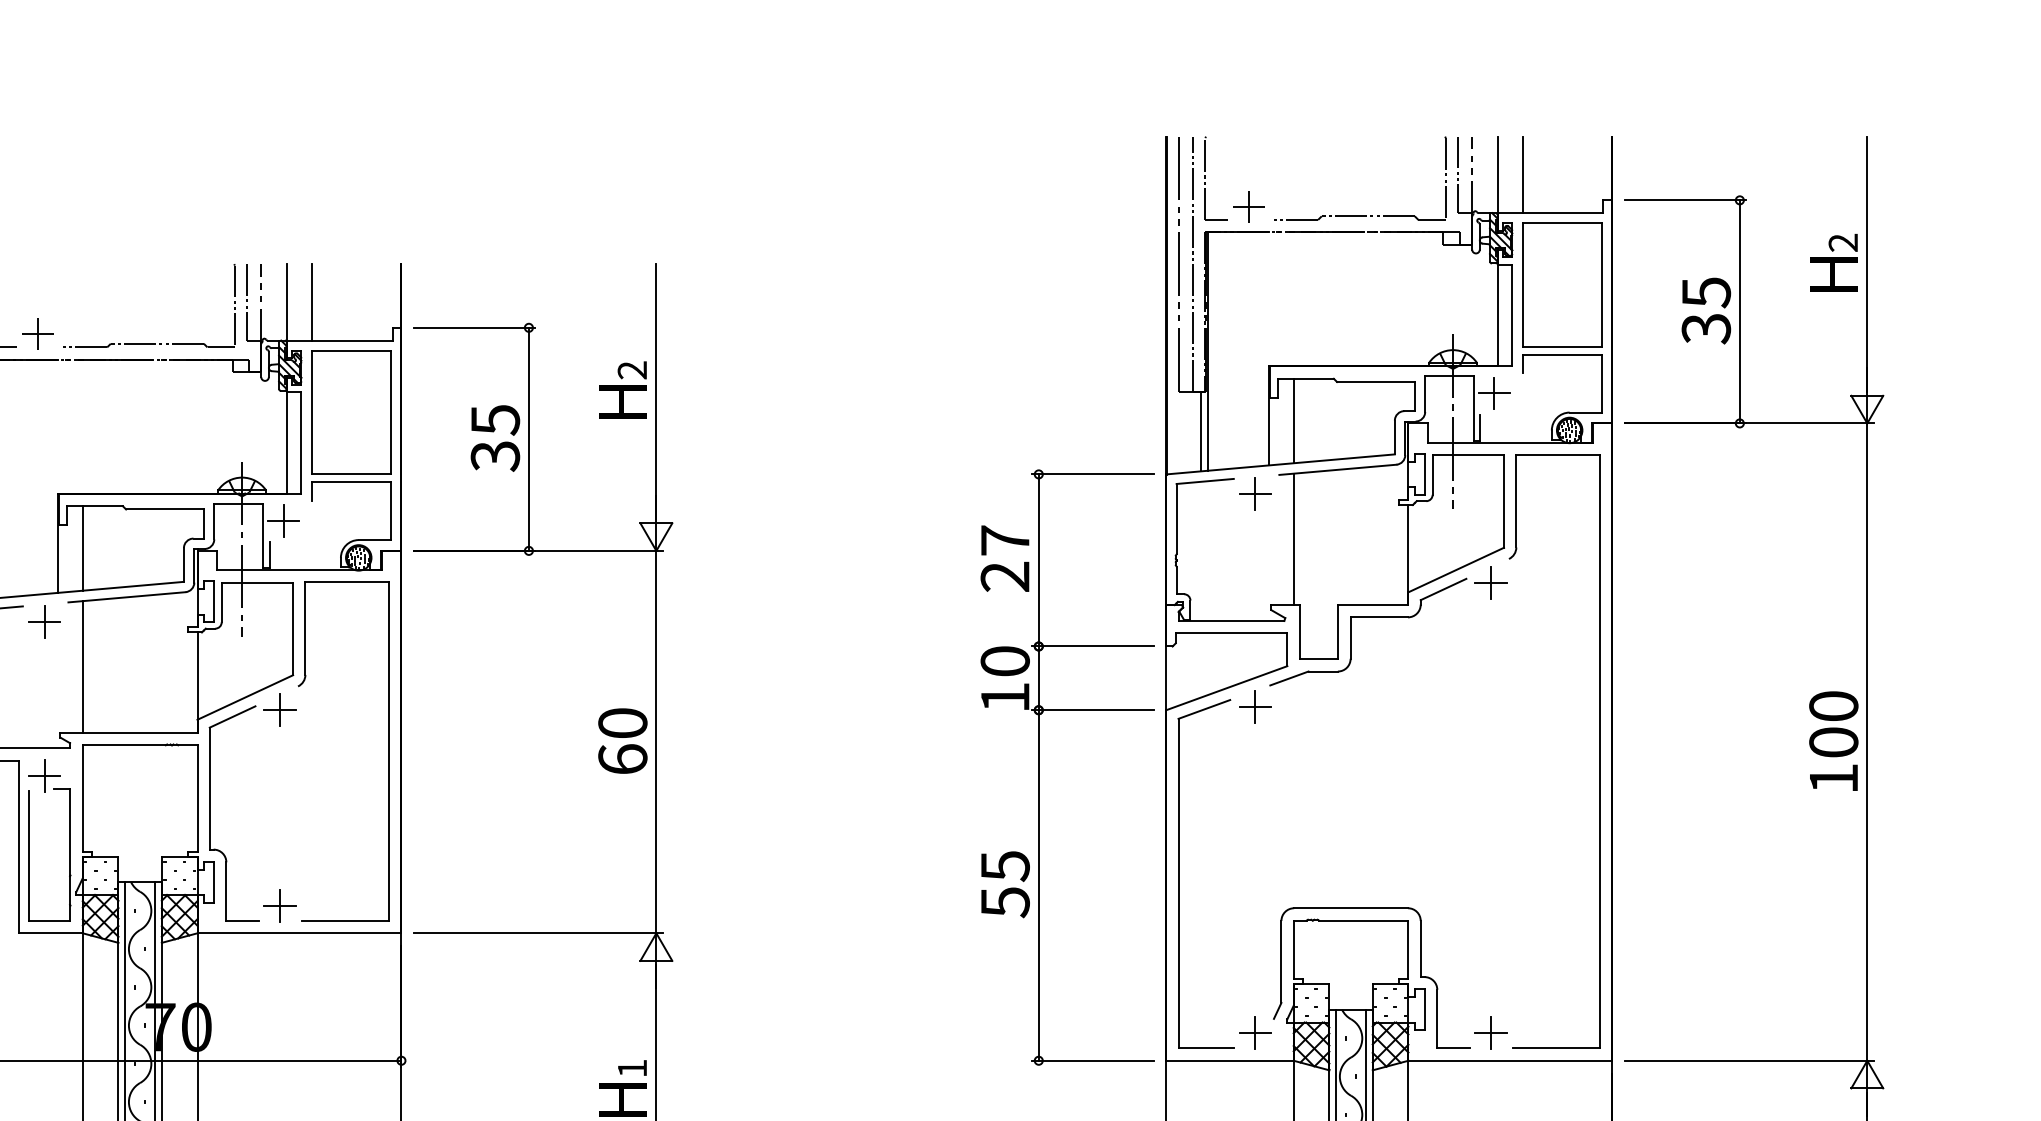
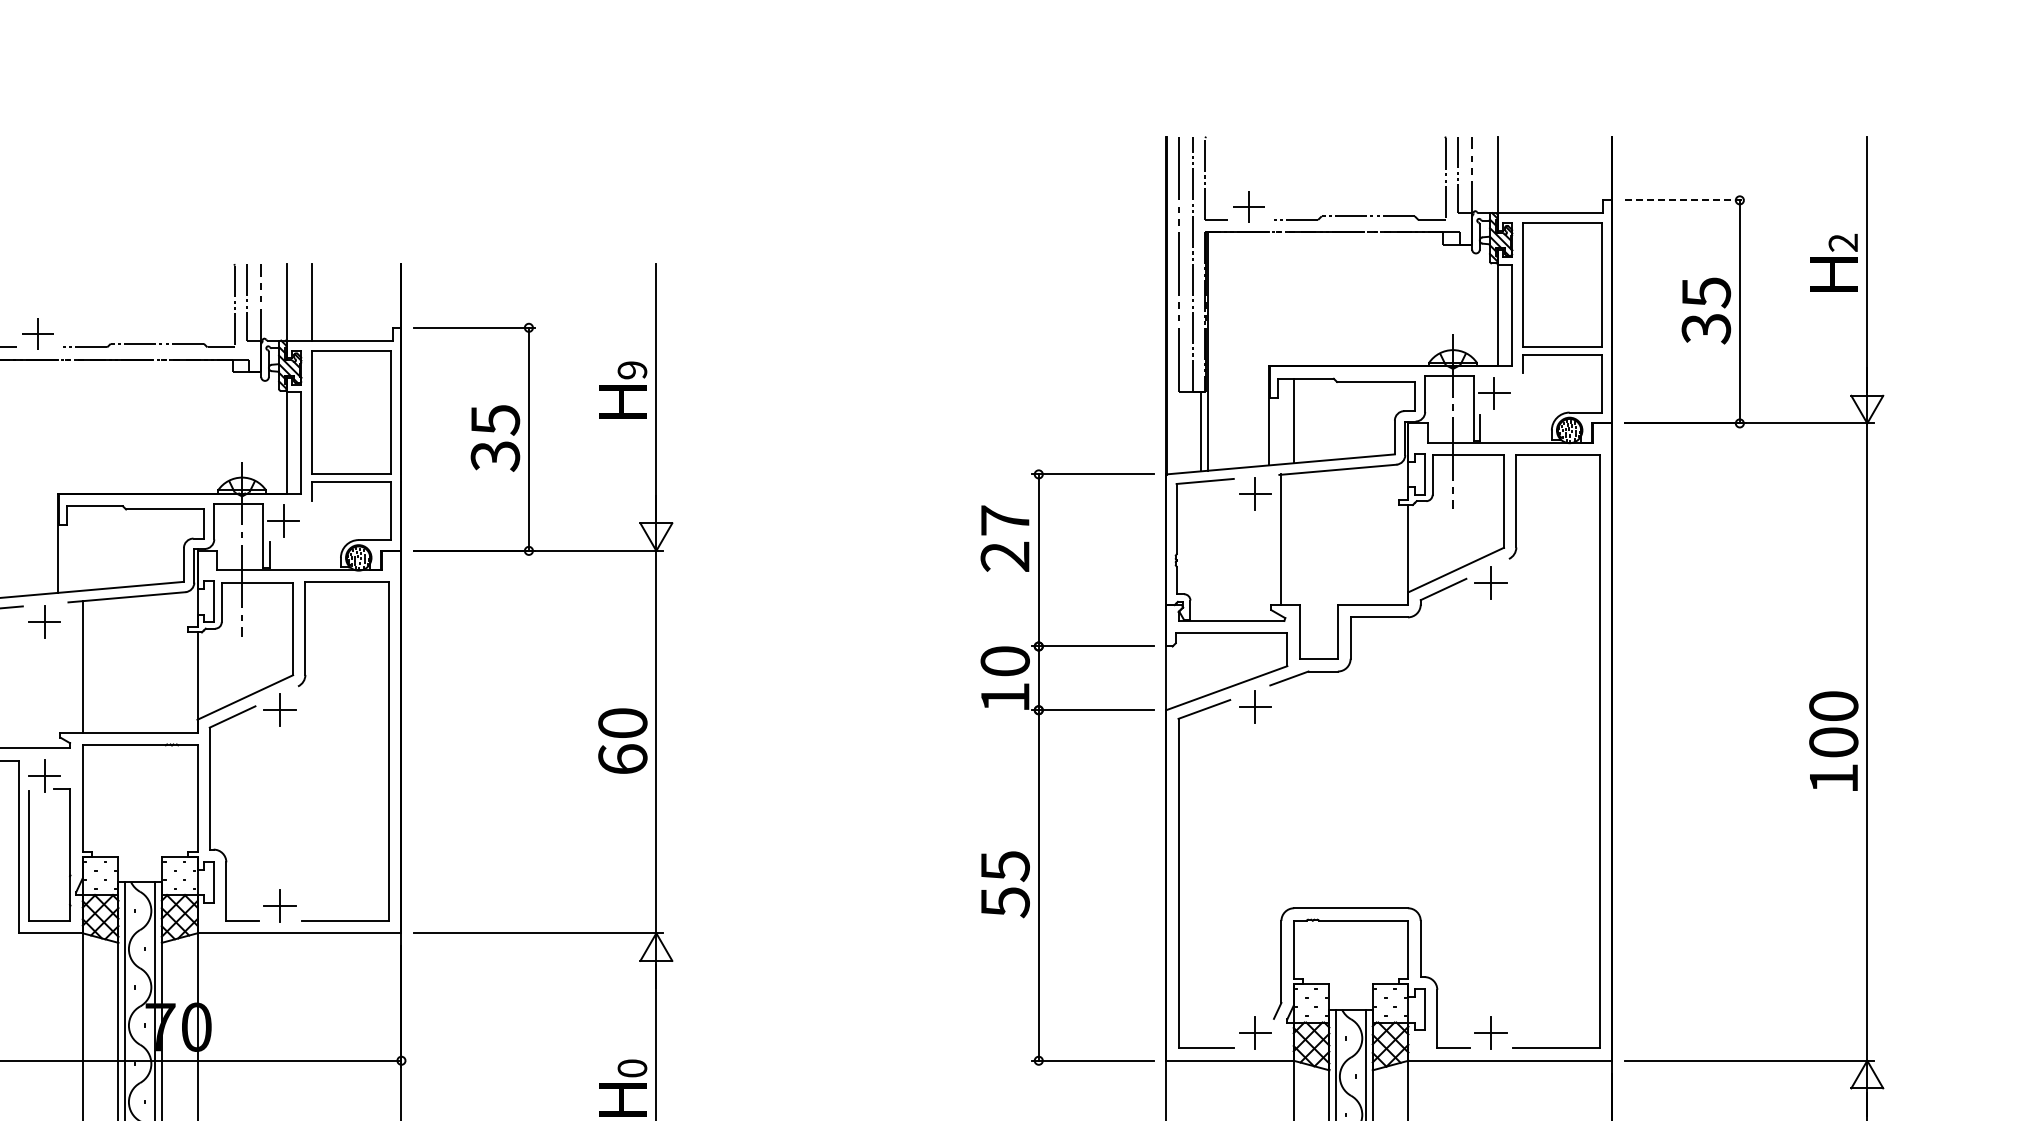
line at (1522, 174): present -> none
line at (1685, 200): solid -> dashed
text at (632, 370): 2 -> 9
line at (1293, 539) position: (1293, 539) -> (1280, 539)
line at (82, 548): present -> none
text at (1004, 558) position: (1004, 558) -> (1004, 538)
text at (632, 1068): 1 -> 0
